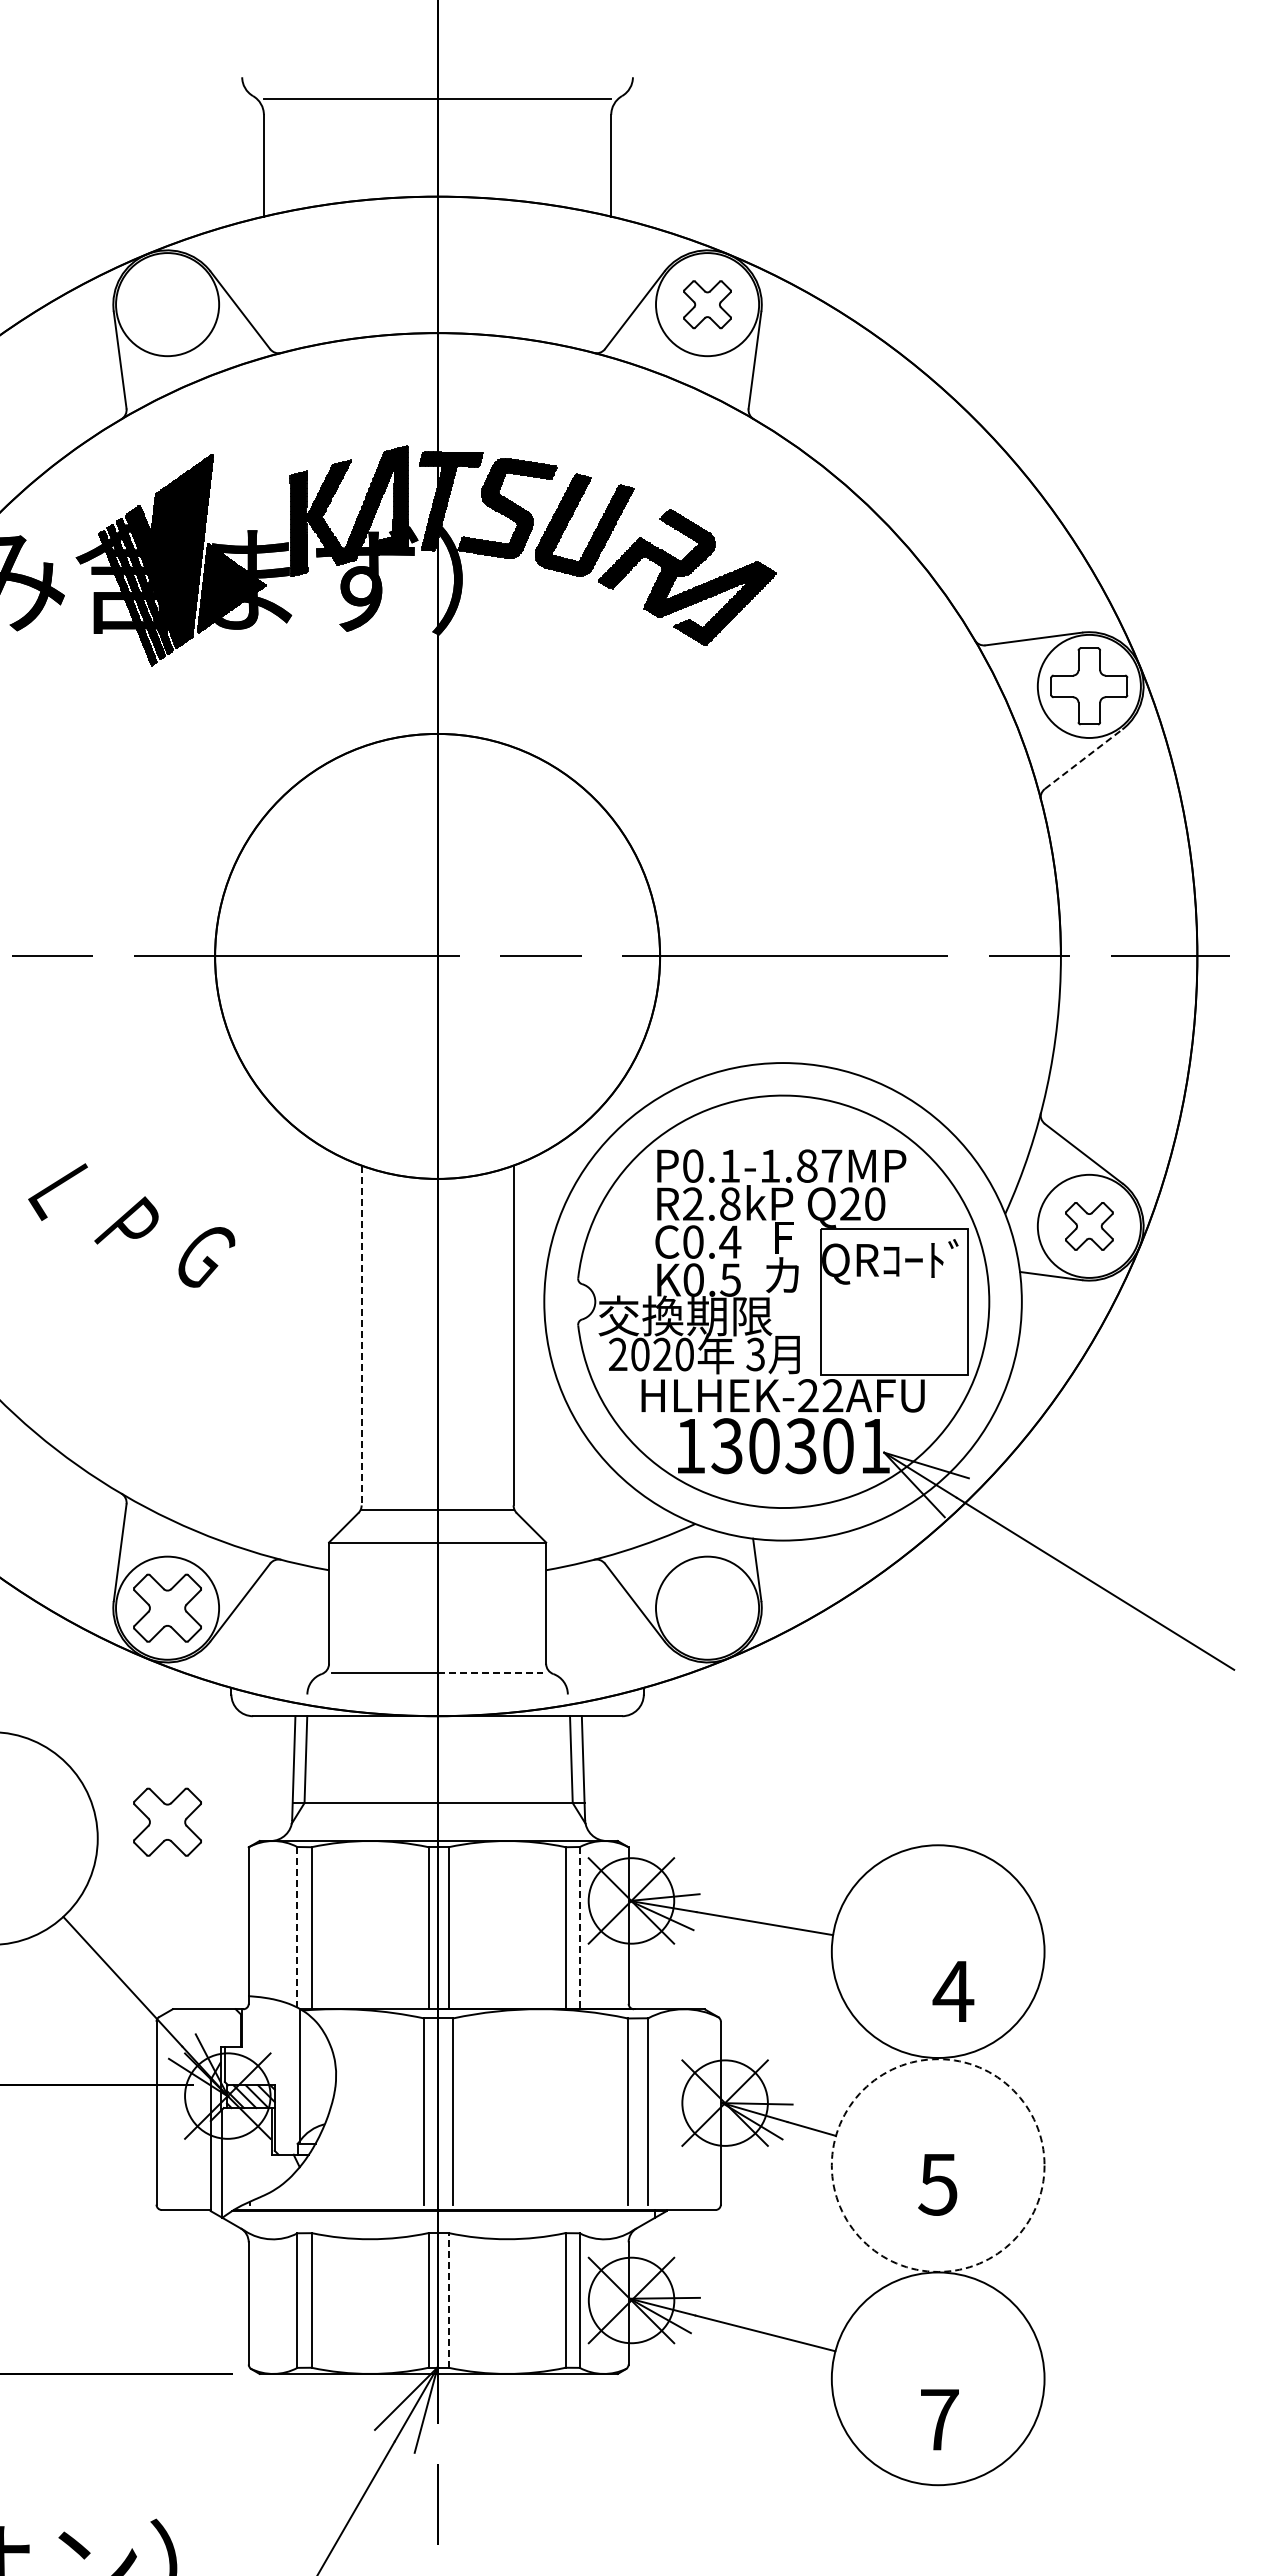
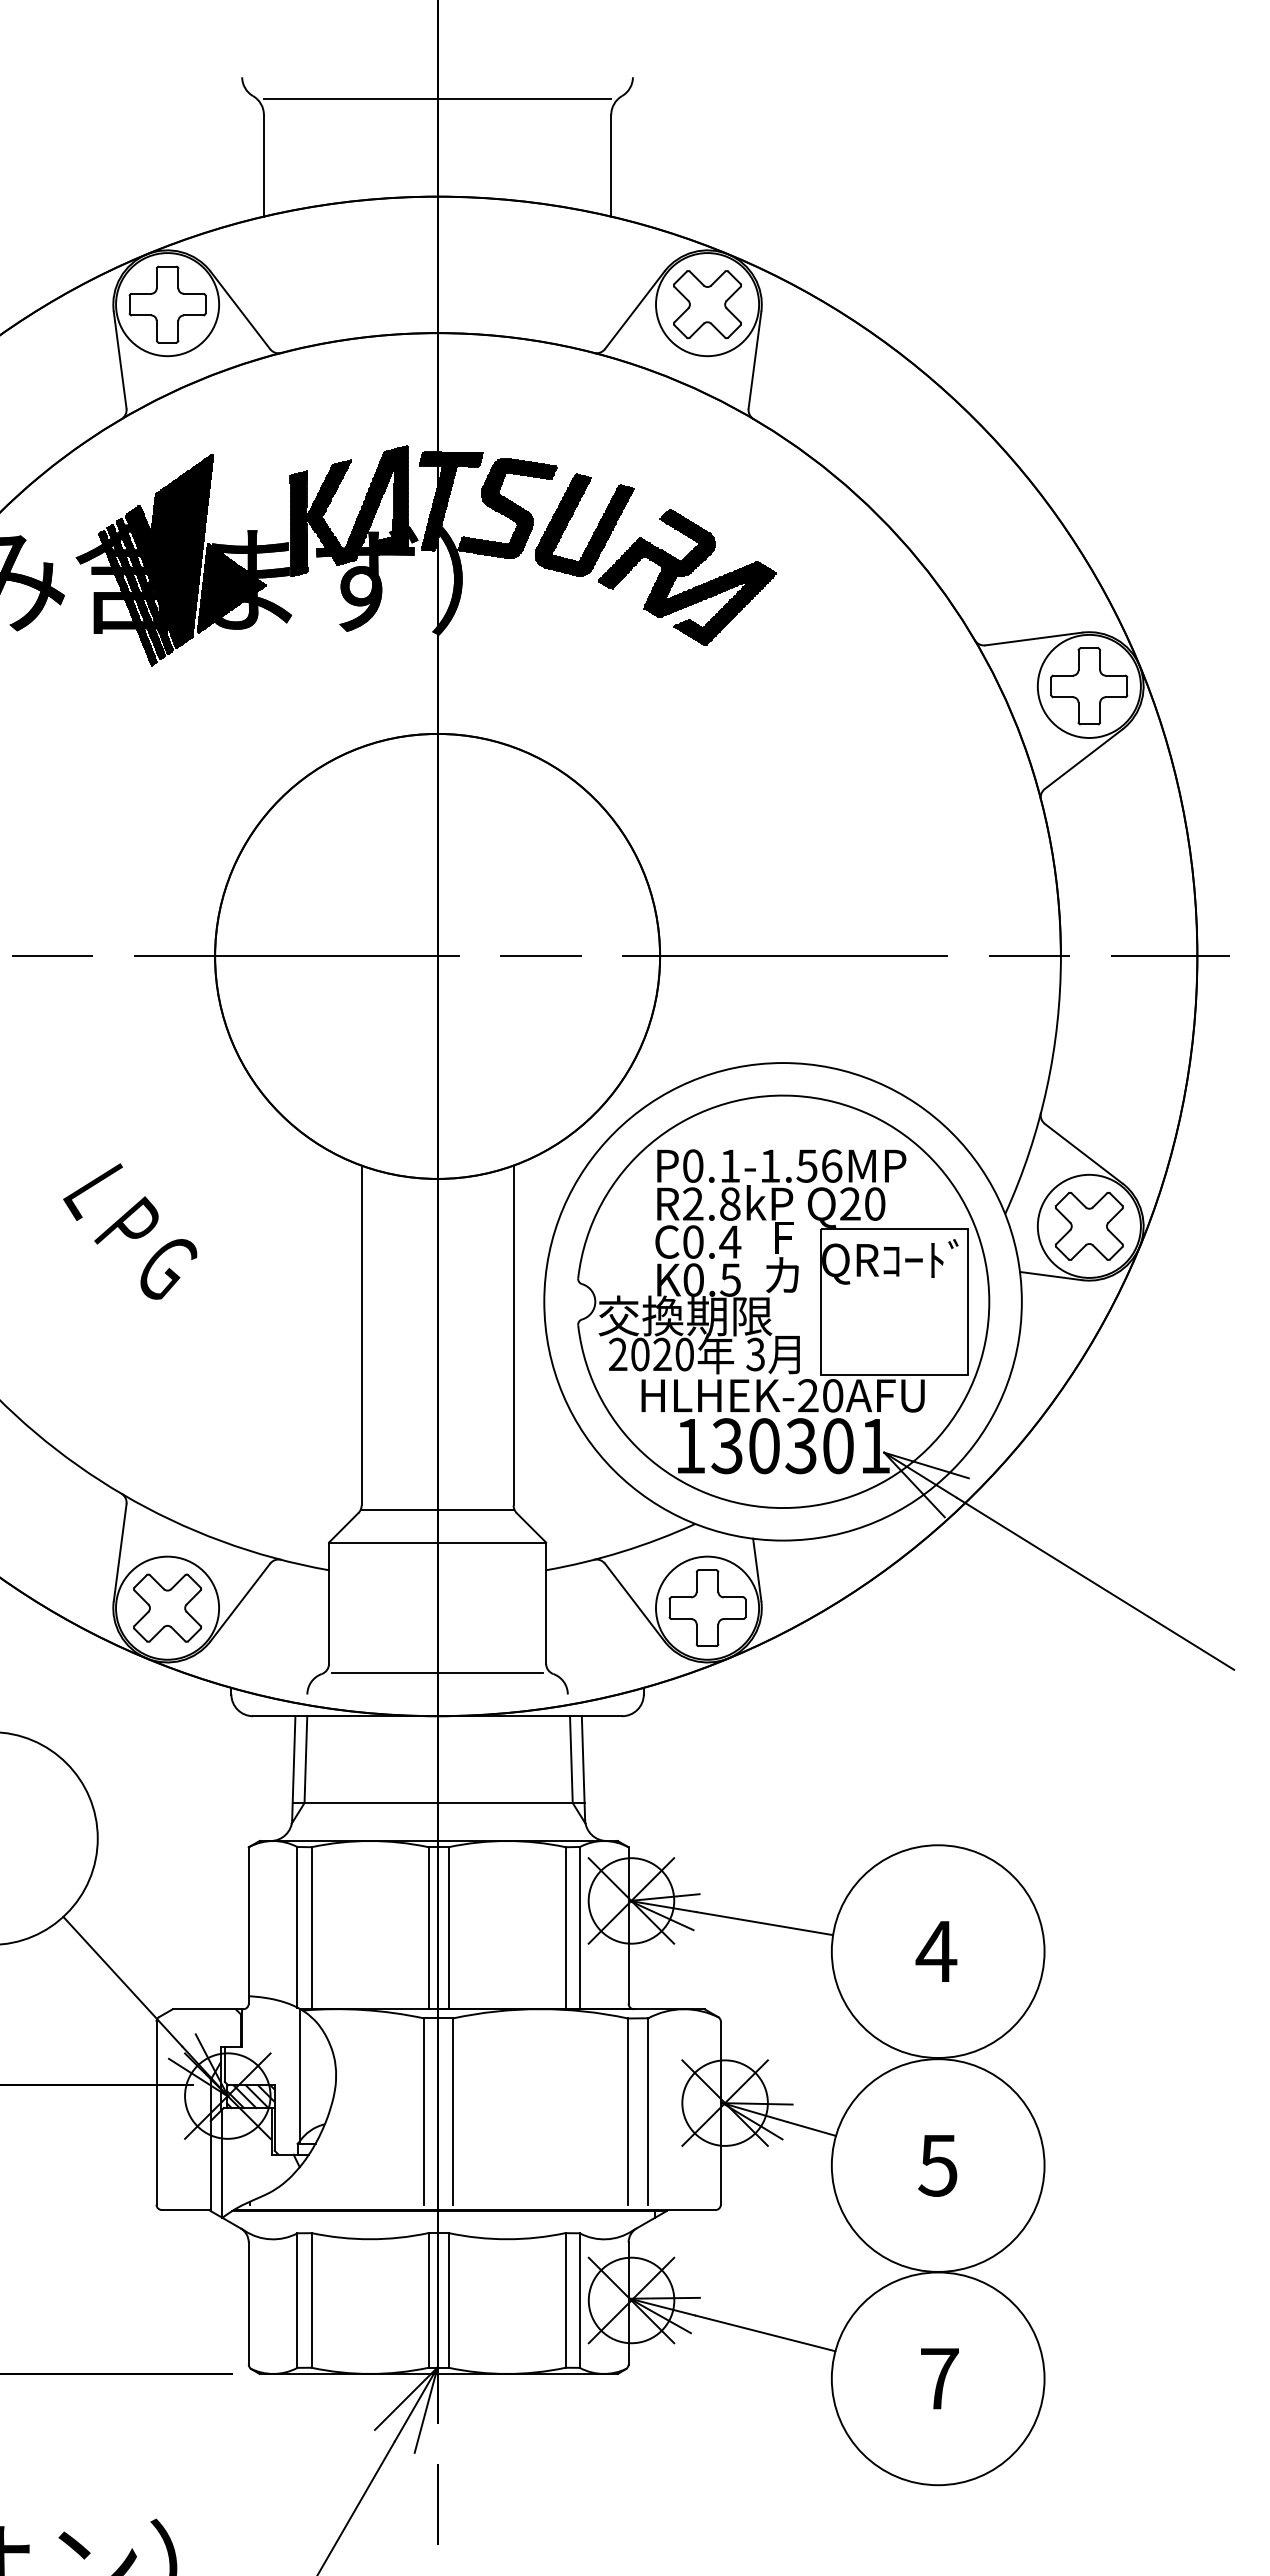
part at (167, 304): none -> present
part at (707, 304) size: 49x50 px -> 69x70 px
line at (1083, 759): dashed -> solid
text at (819, 1165): P0.1-1.87MP -> P0.1-1.56MP
text at (57, 1191) position: (57, 1191) -> (92, 1191)
part at (1089, 1226) size: 49x49 px -> 69x69 px
text at (206, 1257) position: (206, 1257) -> (168, 1269)
line at (361, 1335): dashed -> solid
text at (832, 1395): HLHEK-22AFU -> HLHEK-20AFU
part at (707, 1607): none -> present
line at (490, 1672): dashed -> solid
part at (167, 1821): present -> none
line at (297, 1927): dashed -> solid
line at (579, 1928): dashed -> solid
text at (953, 1991) position: (953, 1991) -> (936, 1951)
circle at (937, 2165): dashed -> solid
text at (937, 2184) position: (937, 2184) -> (937, 2165)
line at (448, 2299): dashed -> solid
text at (939, 2419) position: (939, 2419) -> (939, 2378)
